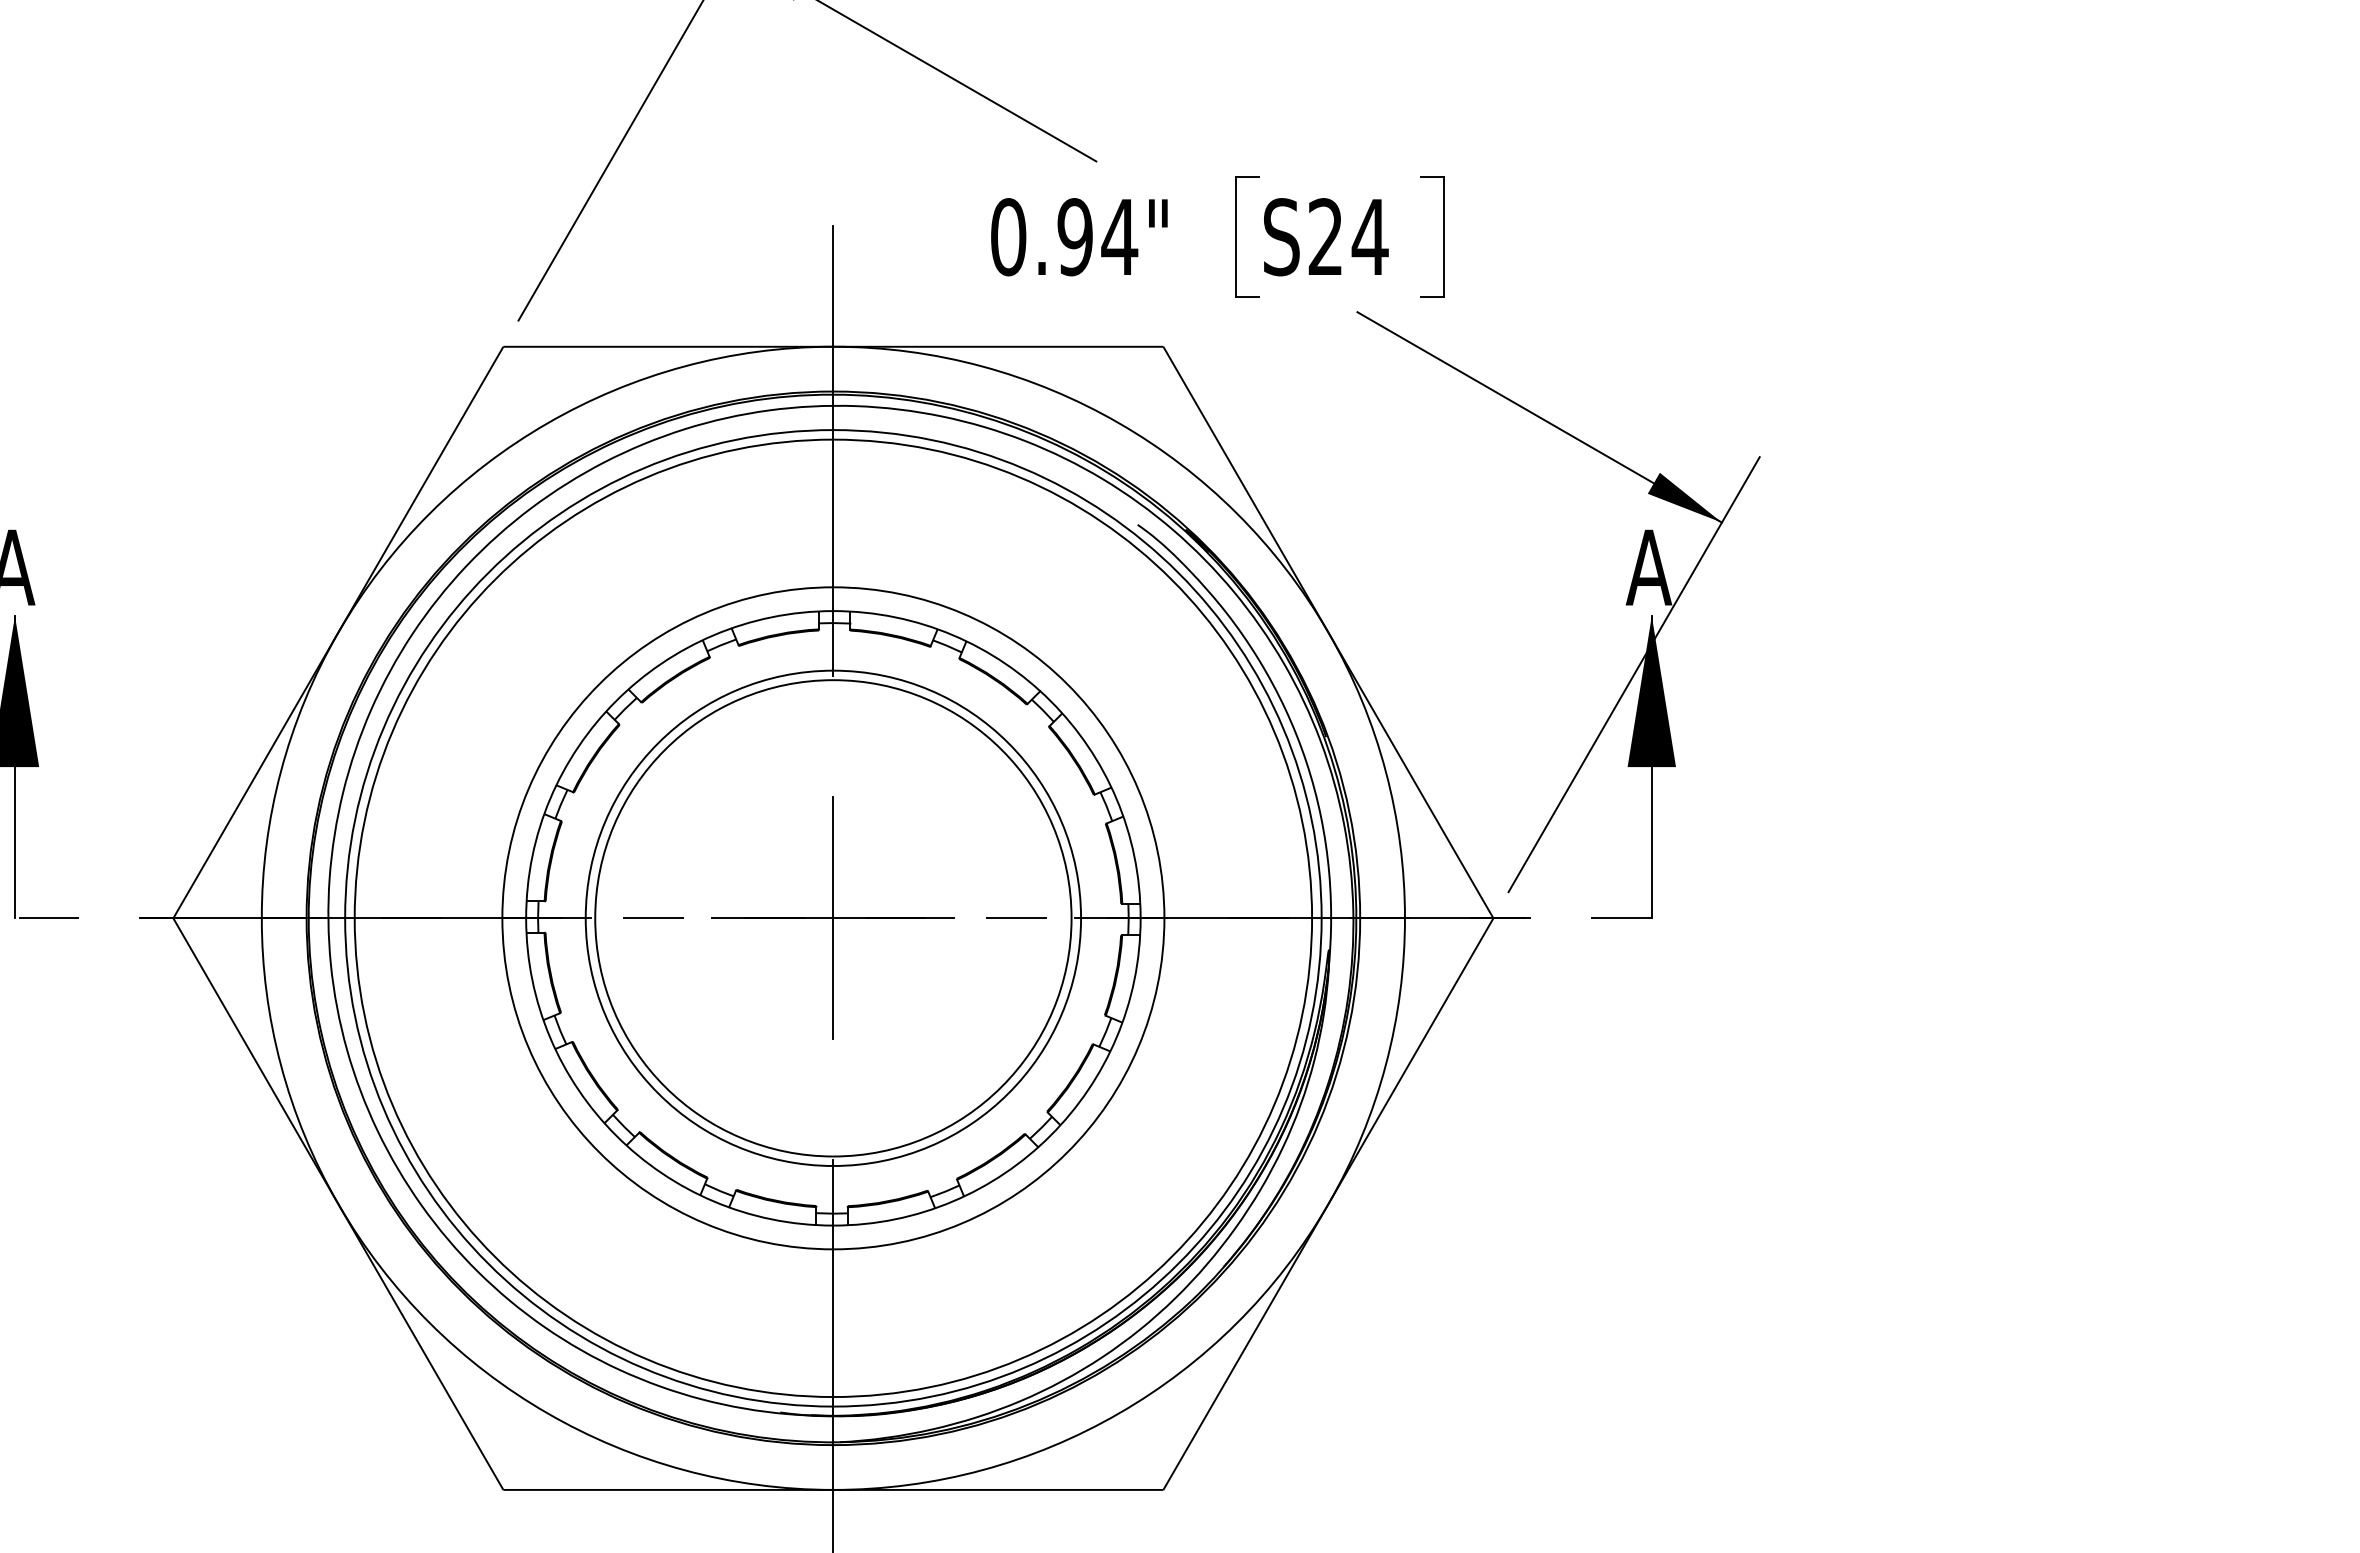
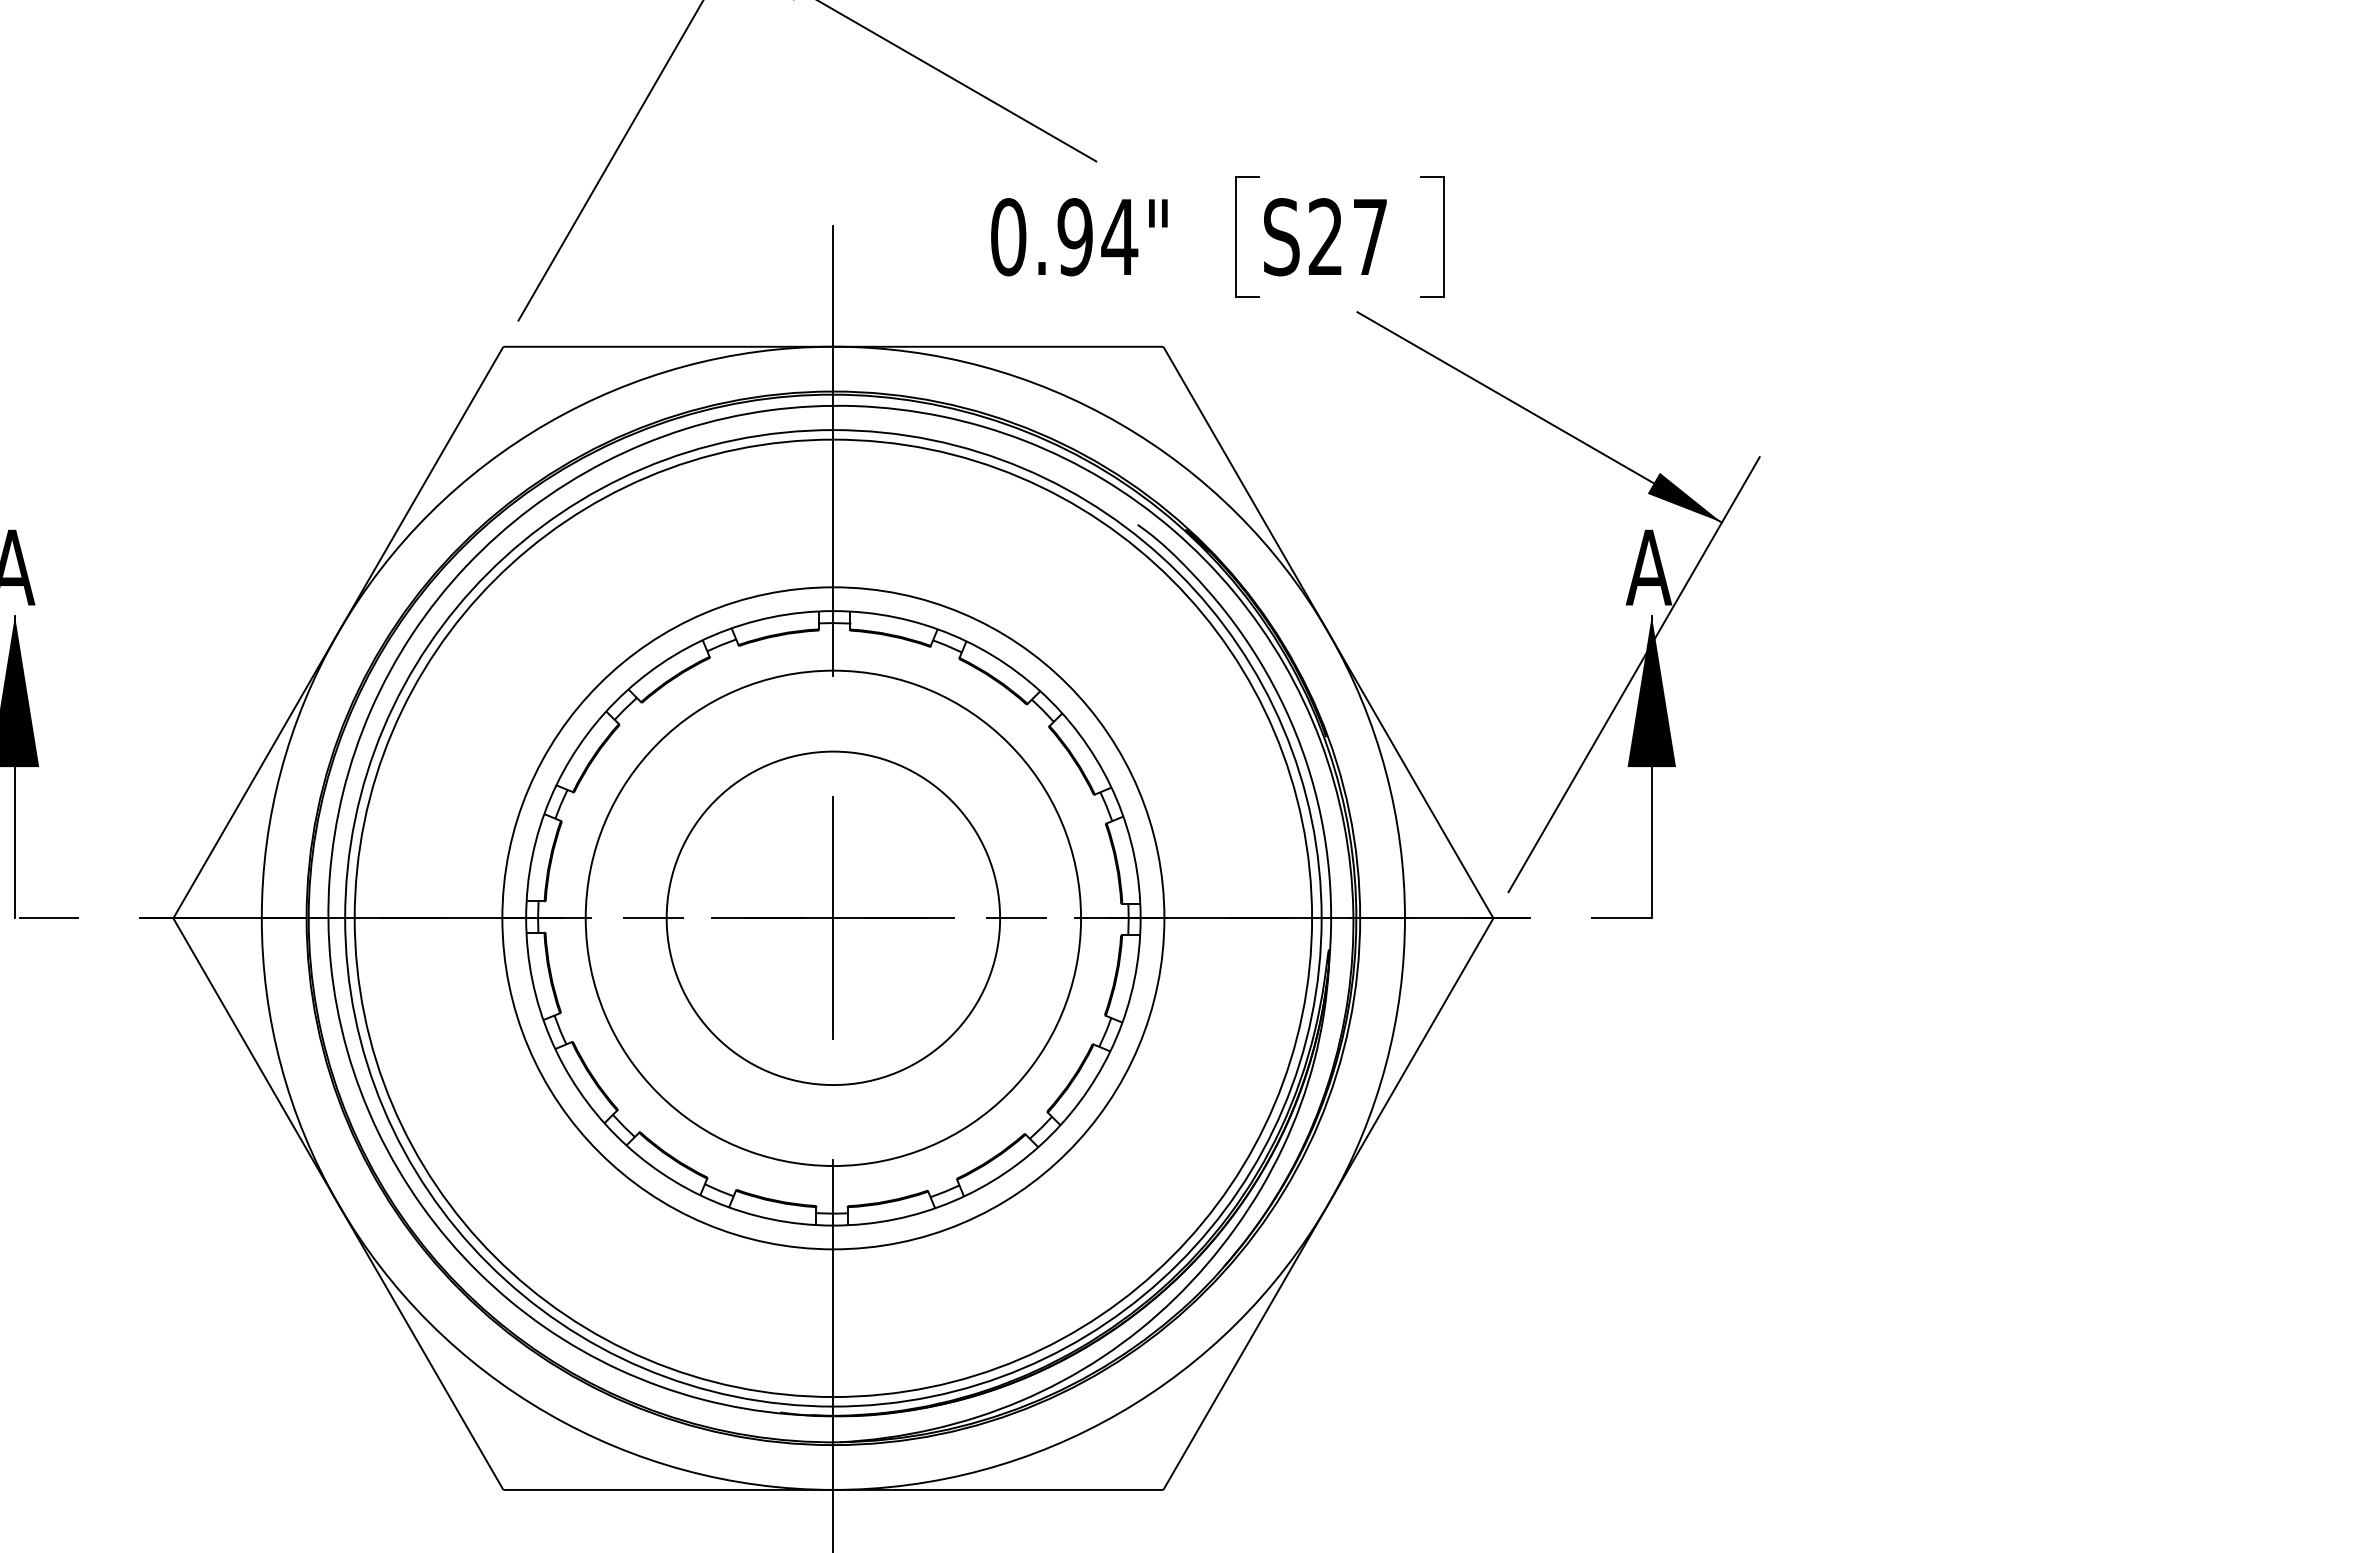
text at (1369, 236): S24 -> S27
circle at (833, 918) diameter: 476 px -> 333 px
